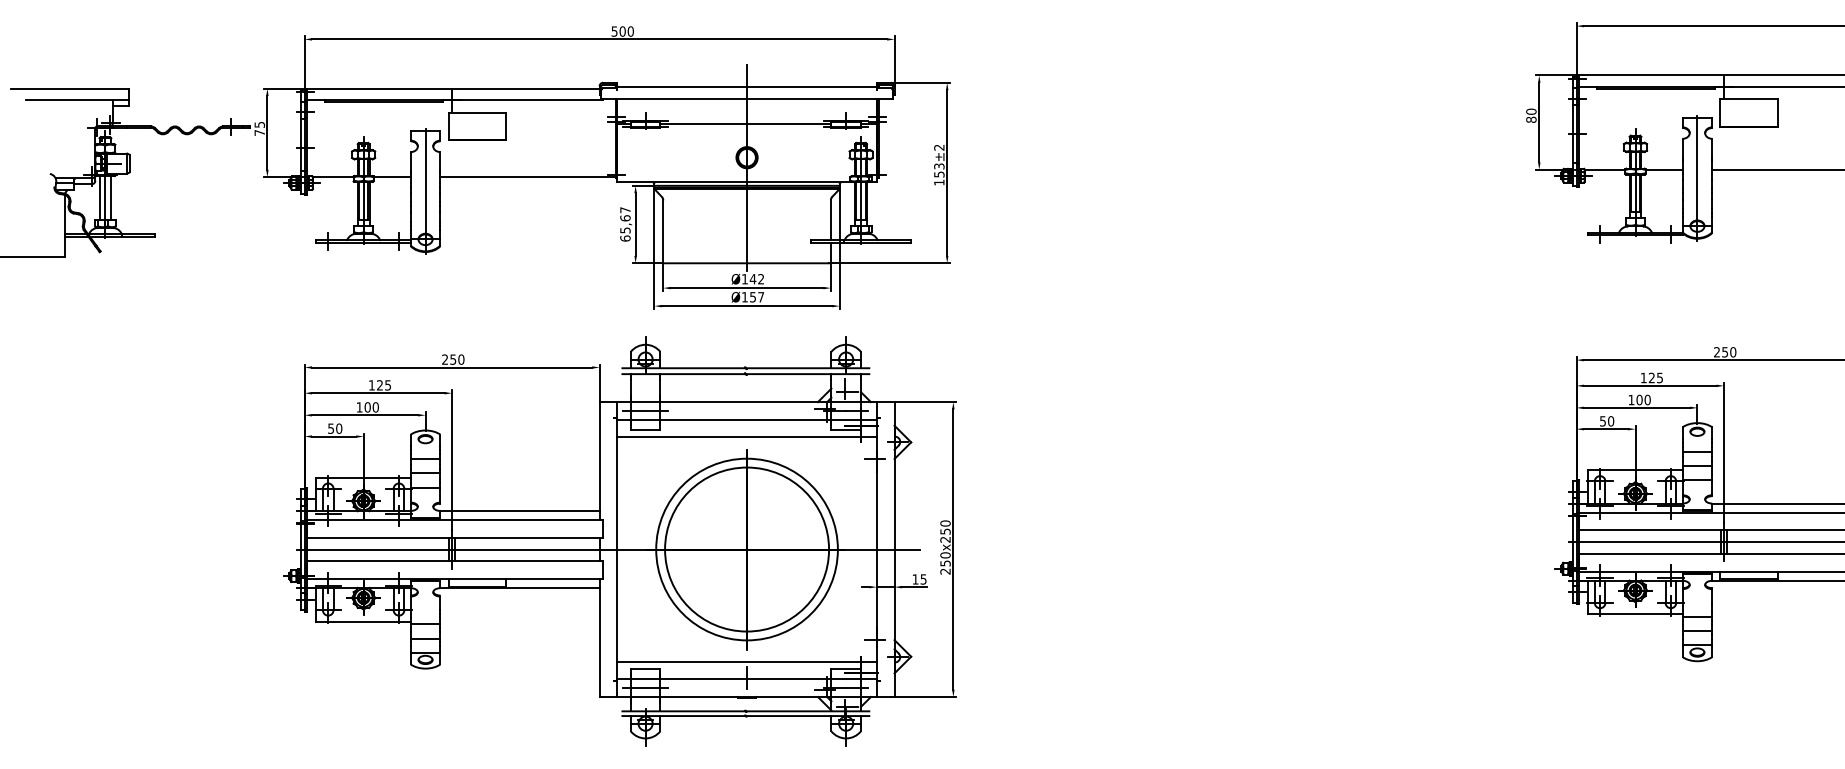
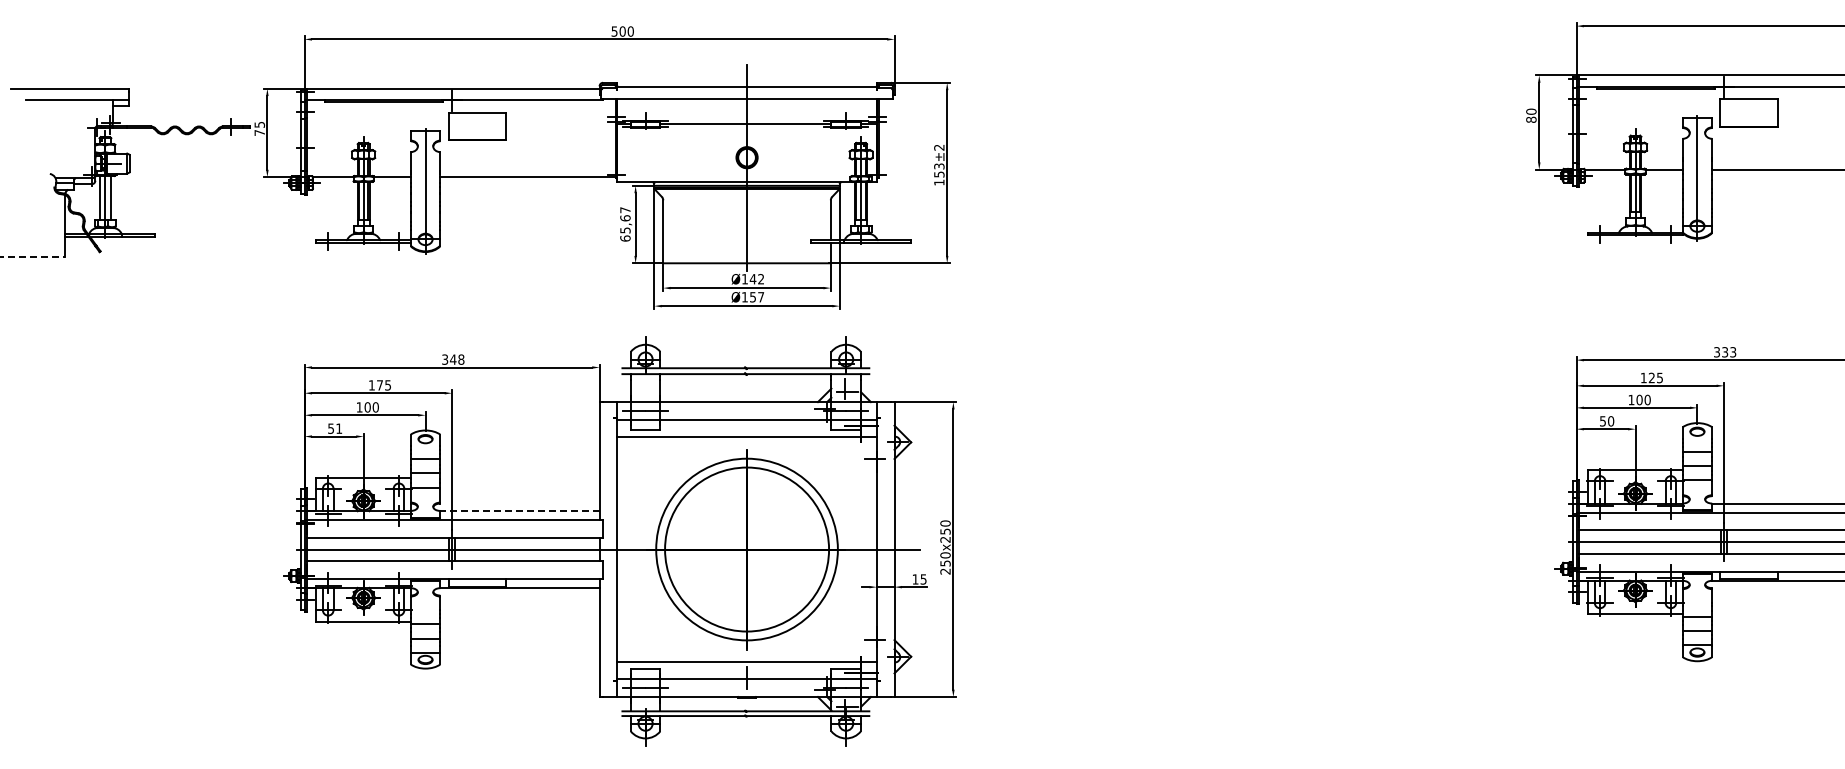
line at (33, 257): solid -> dashed
text at (1725, 352): 250 -> 333
text at (453, 359): 250 -> 348
text at (379, 385): 125 -> 175
text at (339, 428): 50 -> 51
line at (519, 511): solid -> dashed
